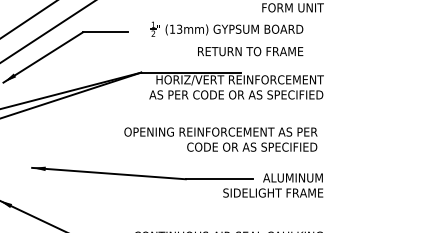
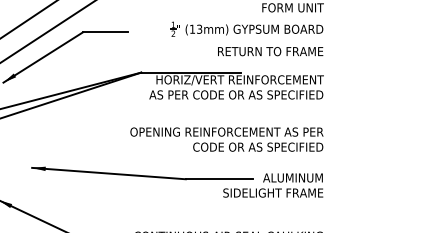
part at (226, 38) position: (226, 38) -> (246, 38)
text at (220, 139) position: (220, 139) -> (226, 139)
